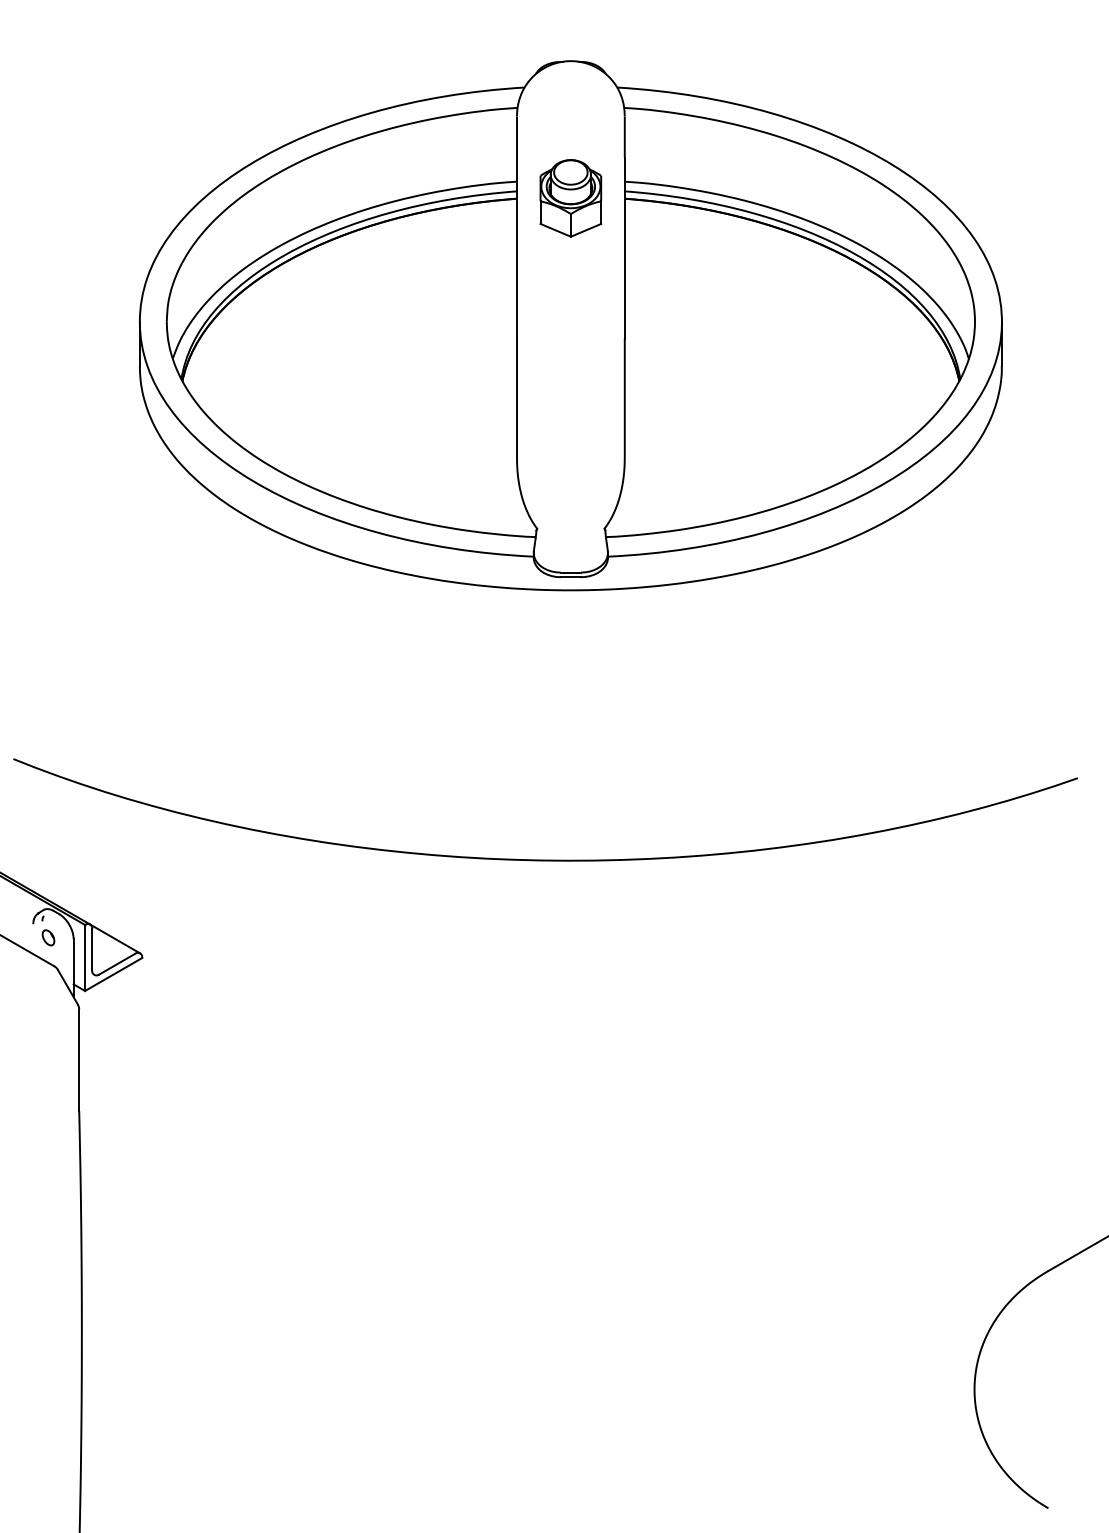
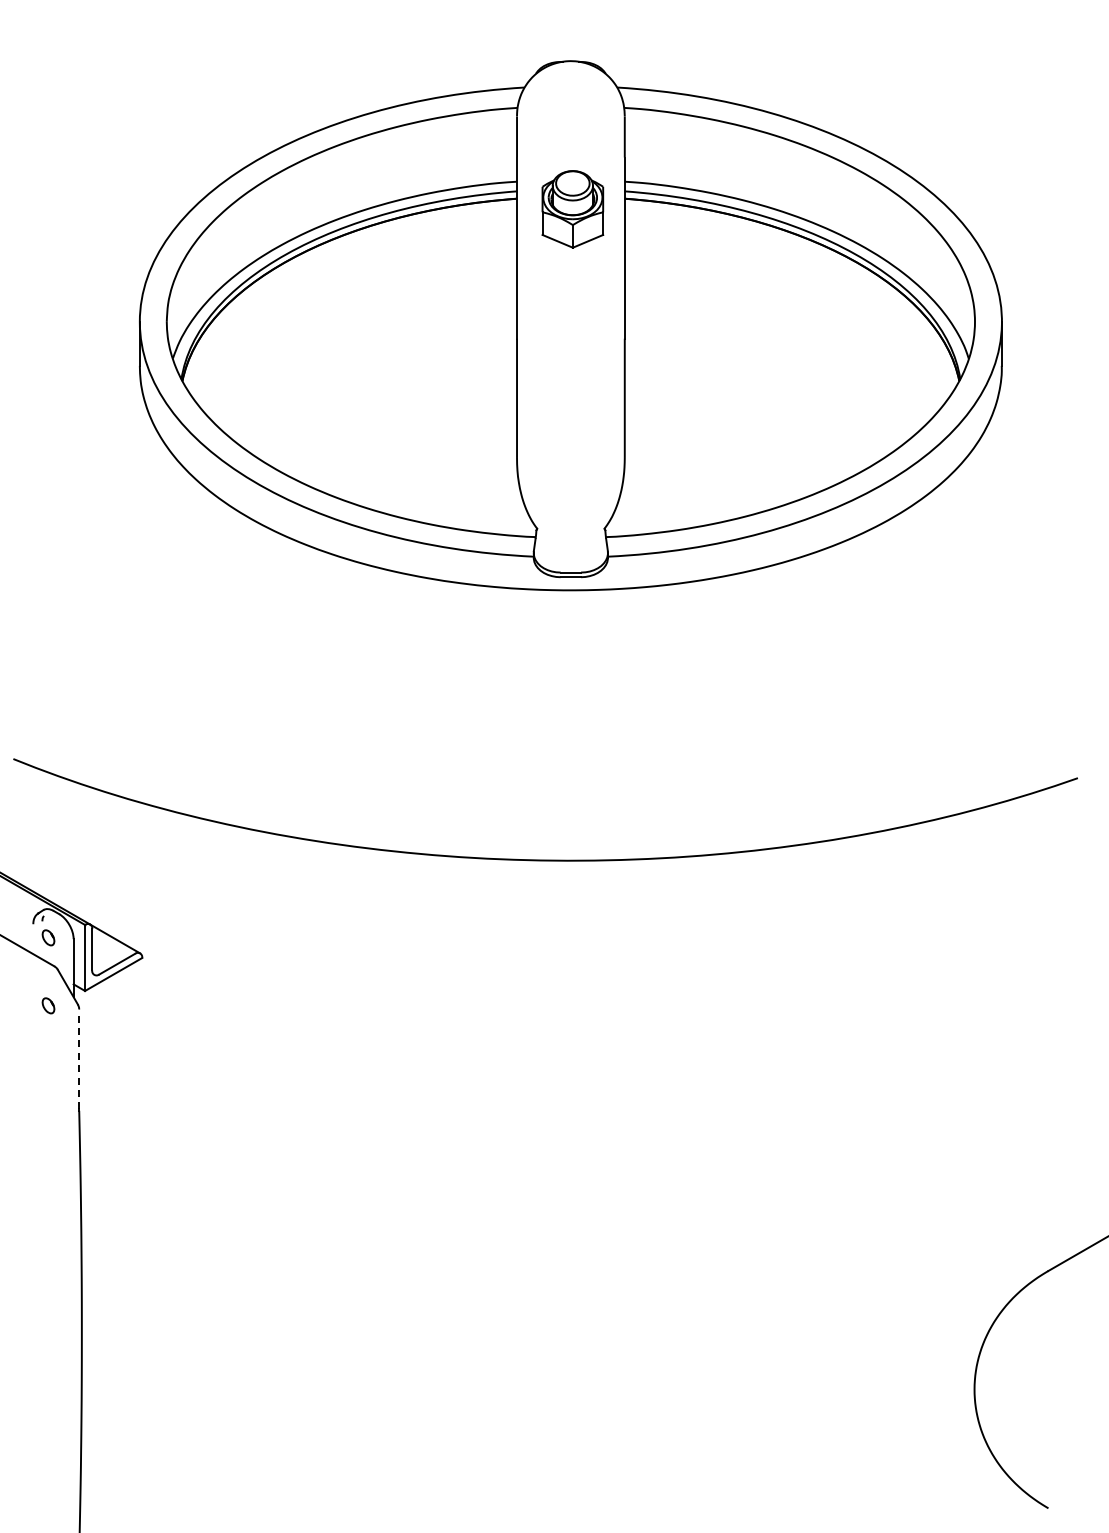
part at (570, 198) position: (570, 198) -> (572, 209)
part at (48, 1005): none -> present
line at (79, 1059): solid -> dashed
